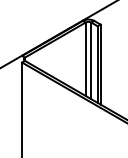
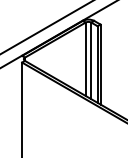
line at (46, 27): none -> present
